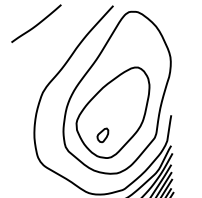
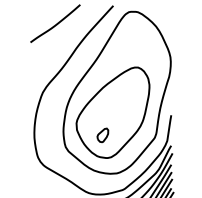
curve at (37, 23) position: (37, 23) -> (56, 23)
